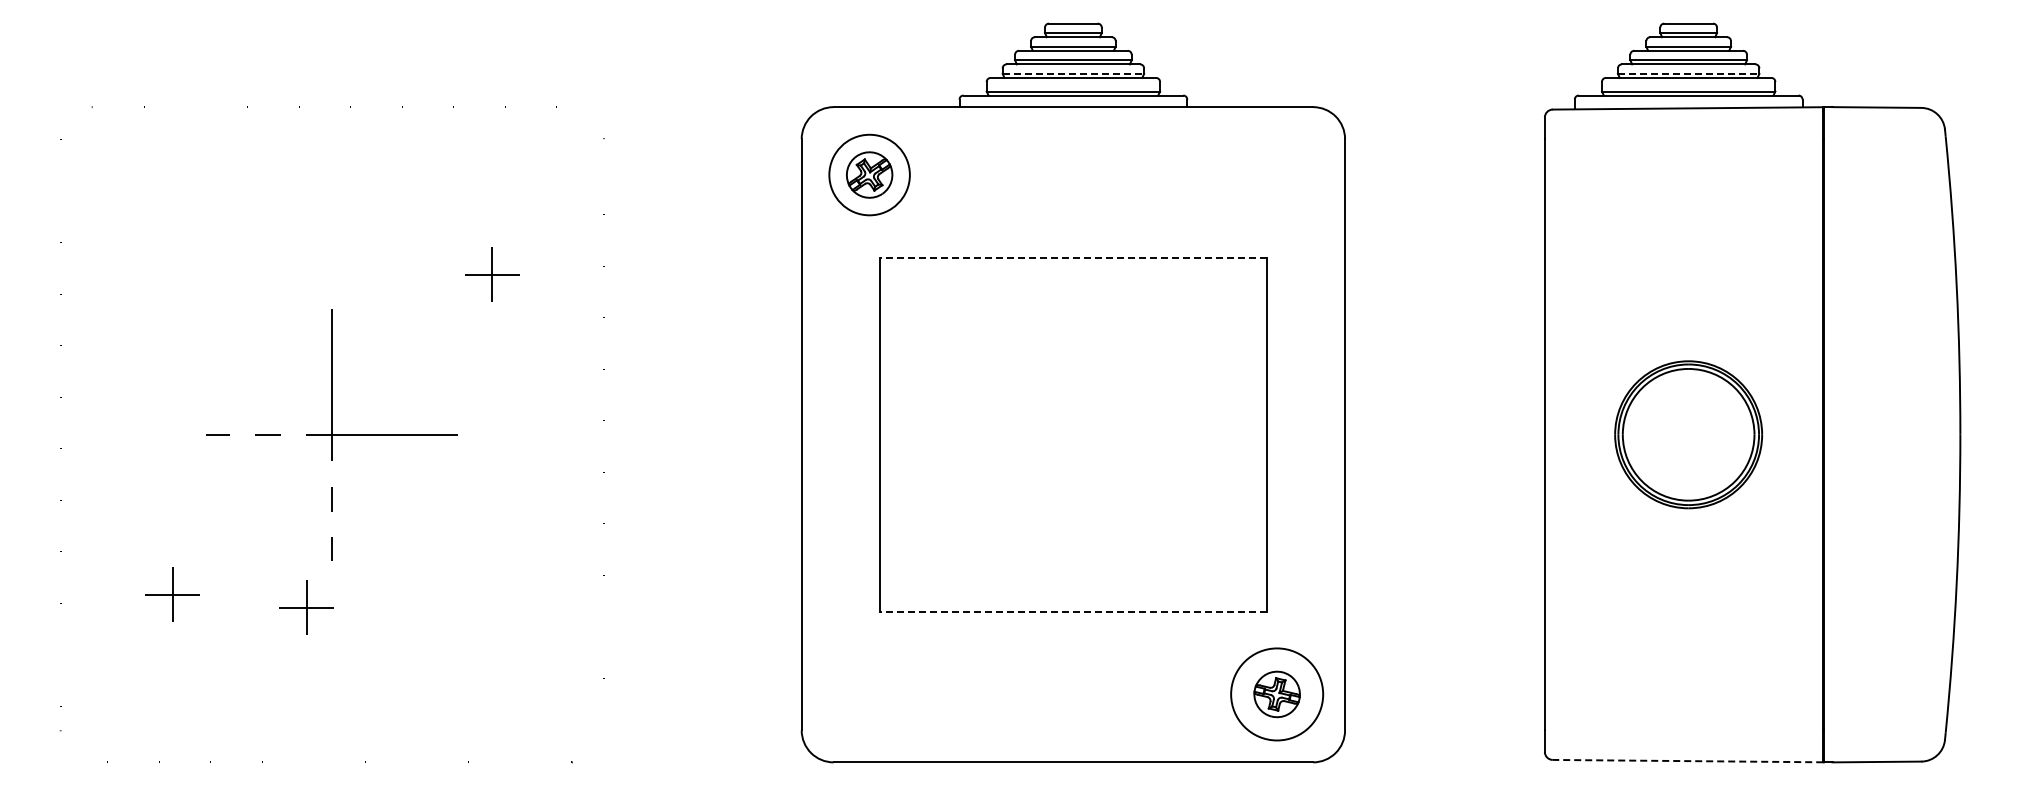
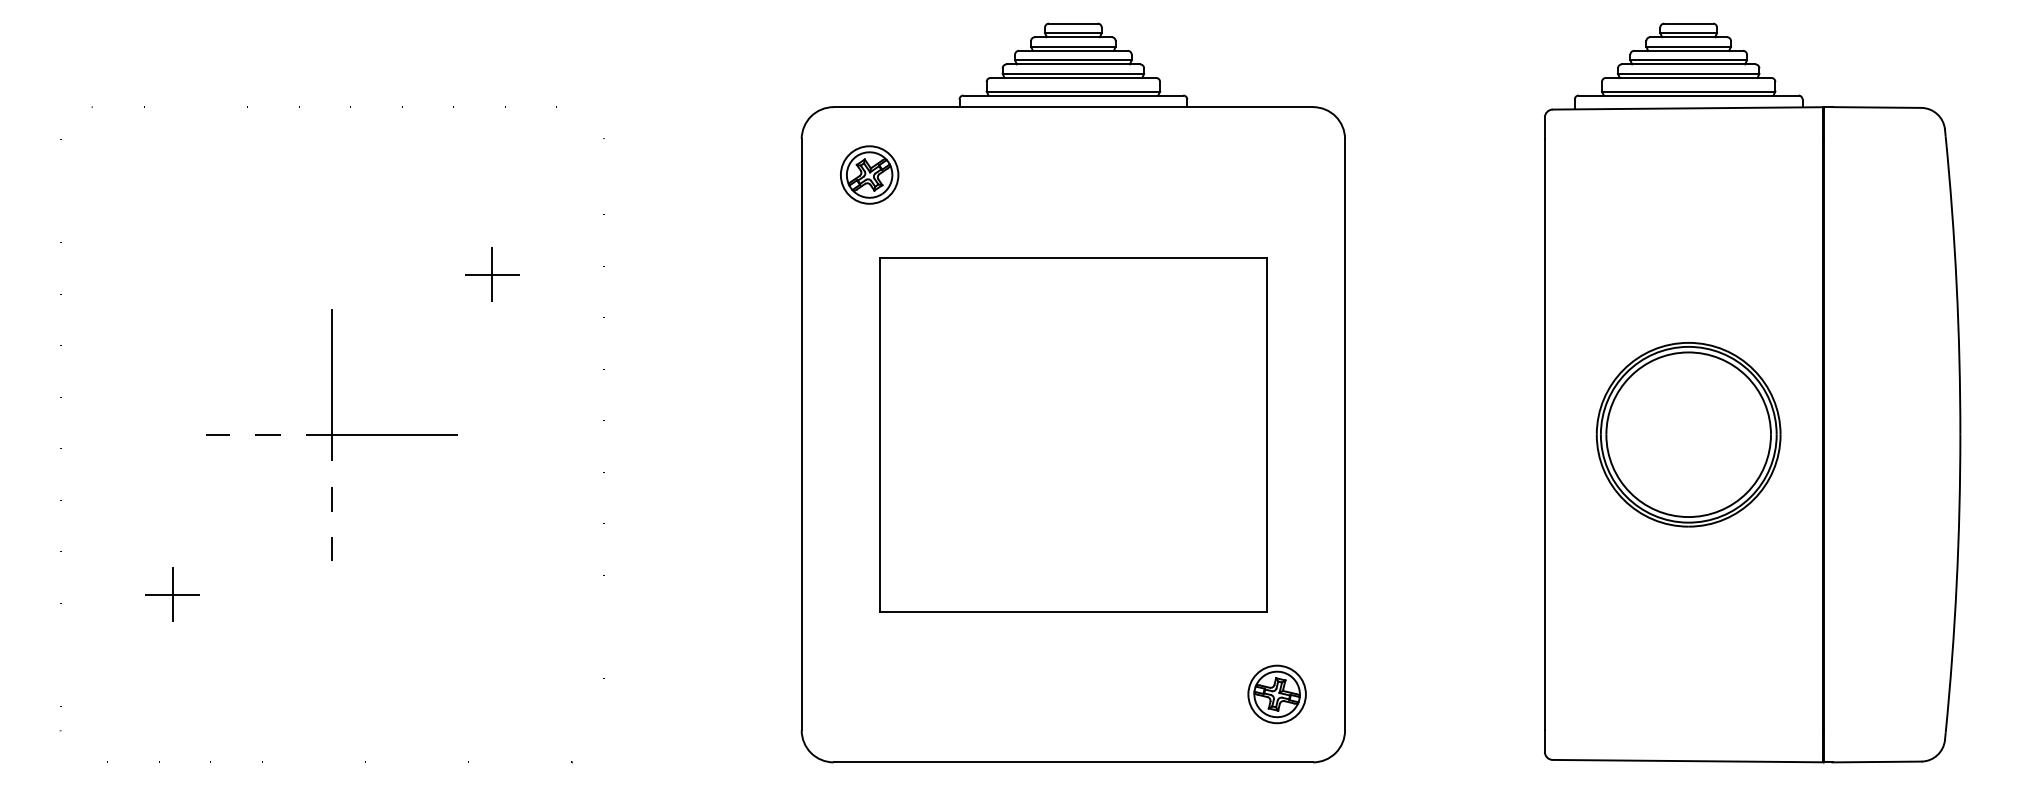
line at (1073, 73): dashed -> solid
line at (1688, 73): dashed -> solid
circle at (869, 174) diameter: 81 px -> 58 px
line at (1073, 257): dashed -> solid
part at (1688, 434) size: 150x150 px -> 187x186 px
part at (306, 607): present -> none
line at (1073, 611): dashed -> solid
circle at (1277, 694) diameter: 92 px -> 58 px
line at (1687, 761): dashed -> solid
